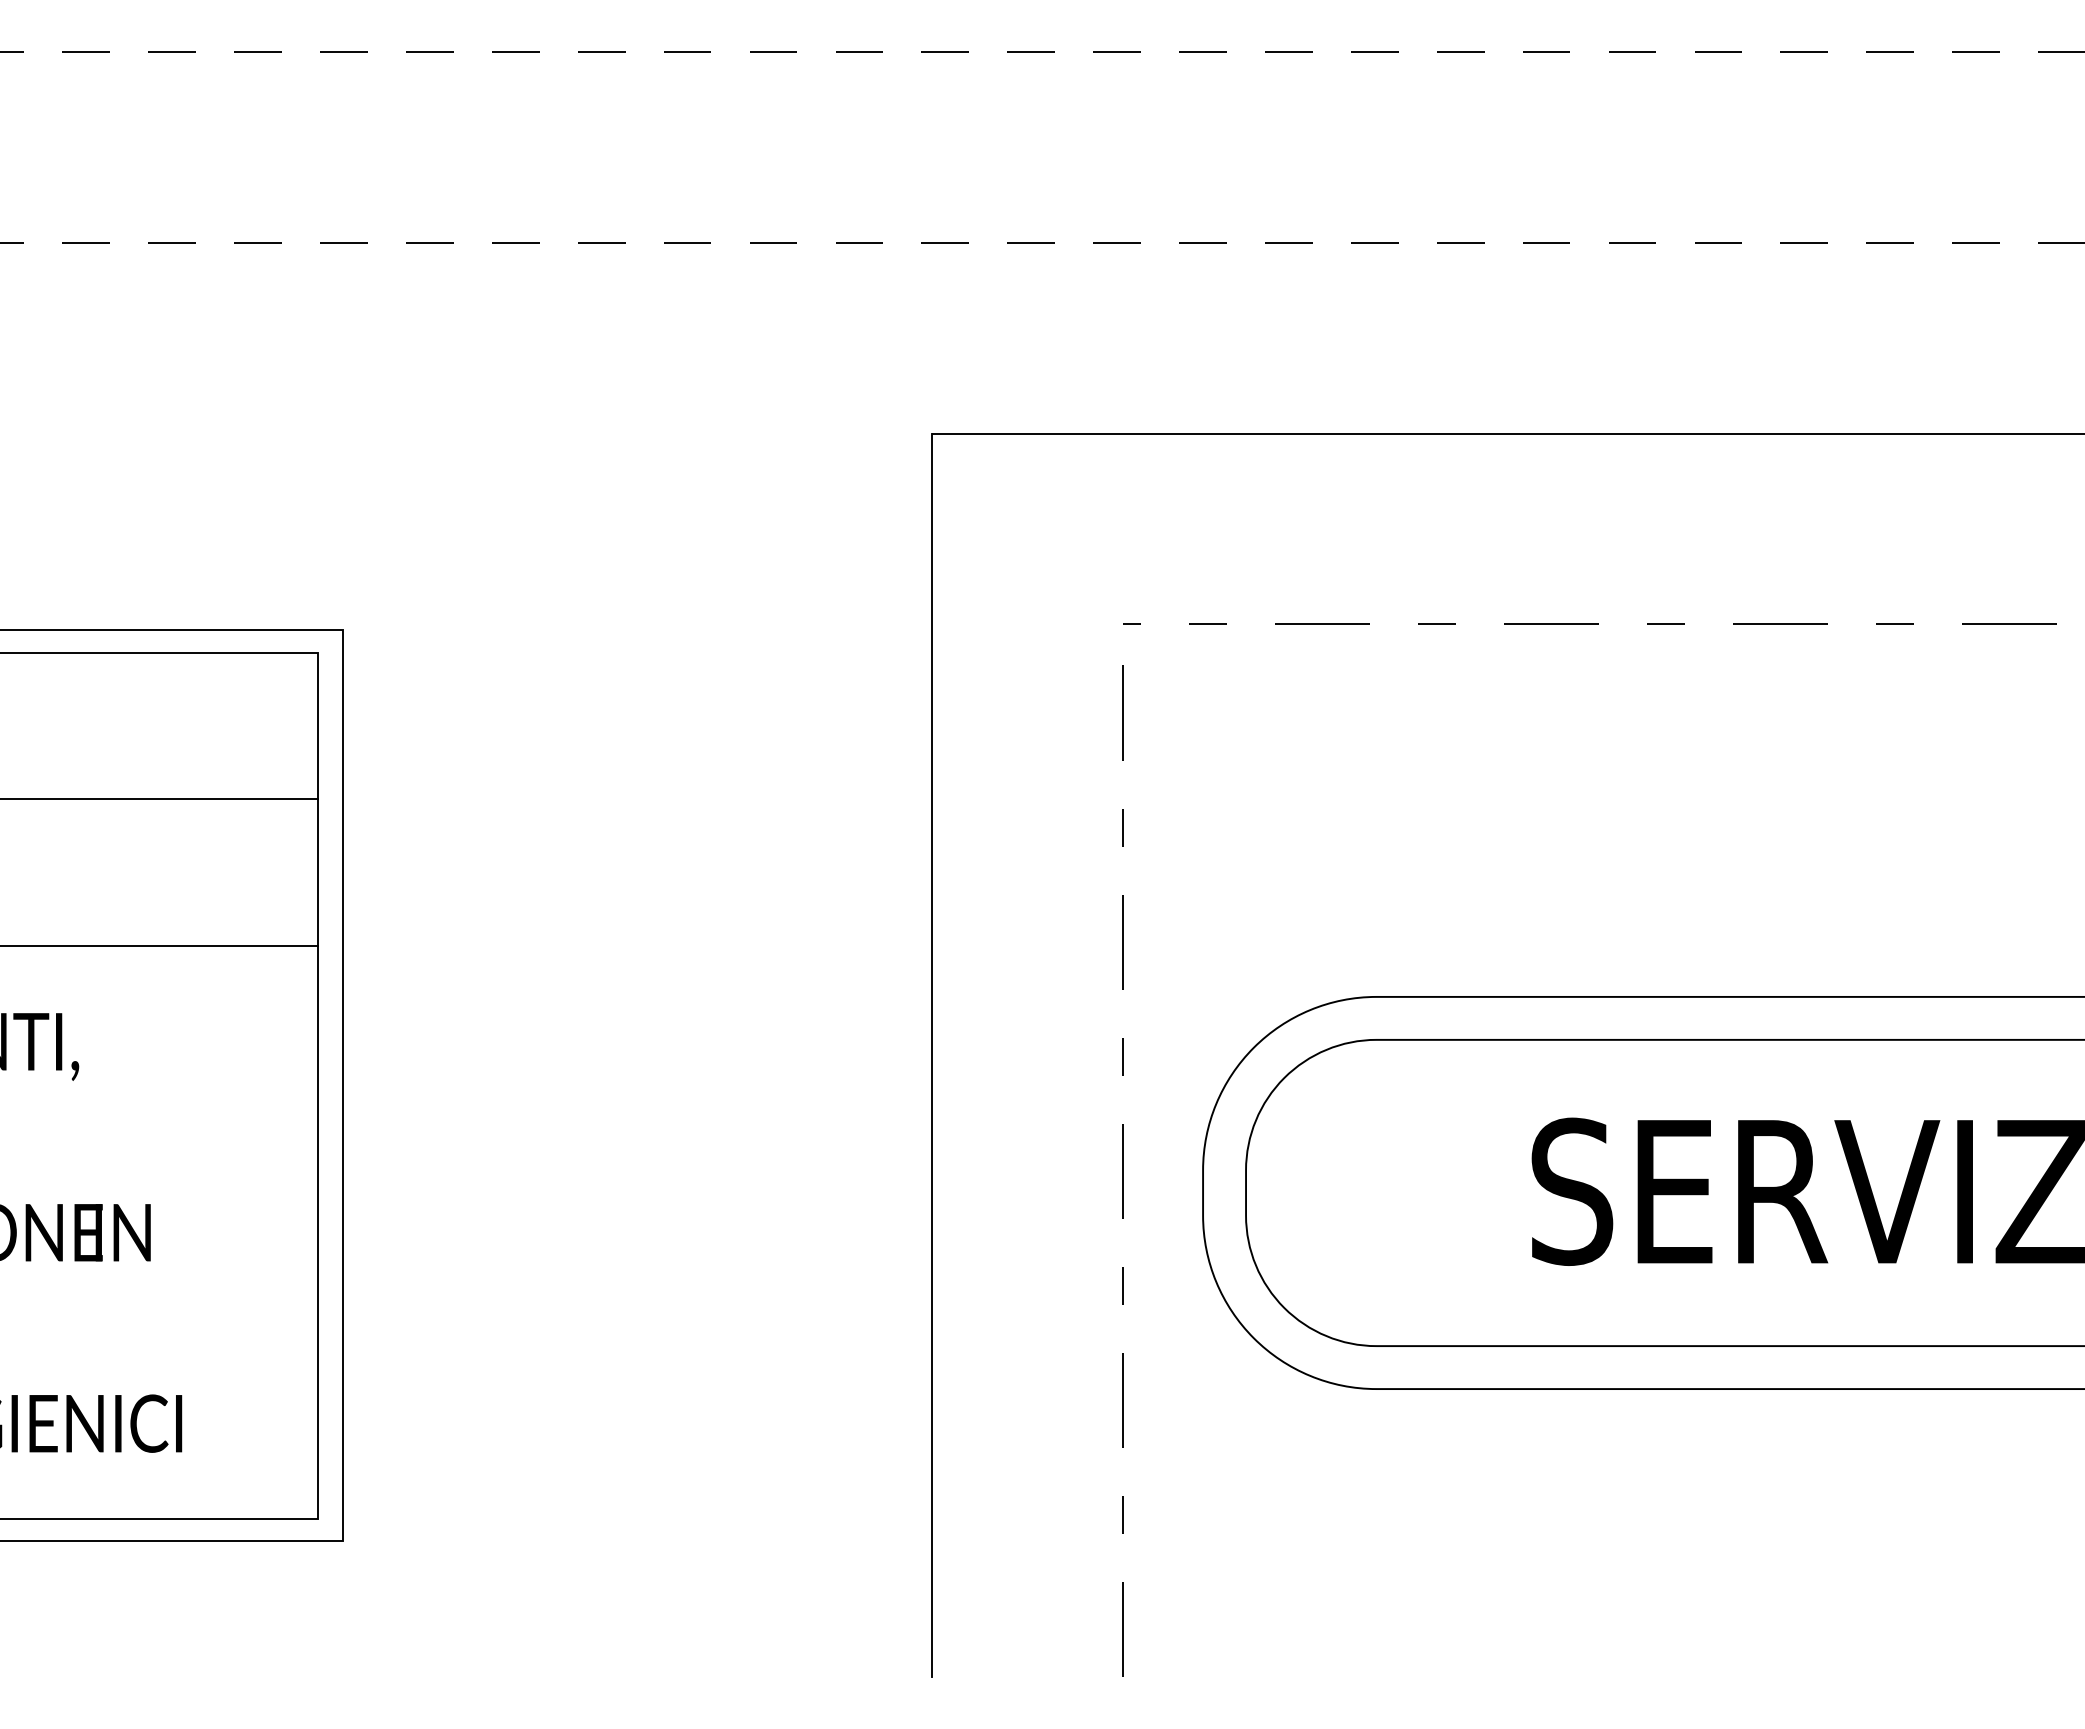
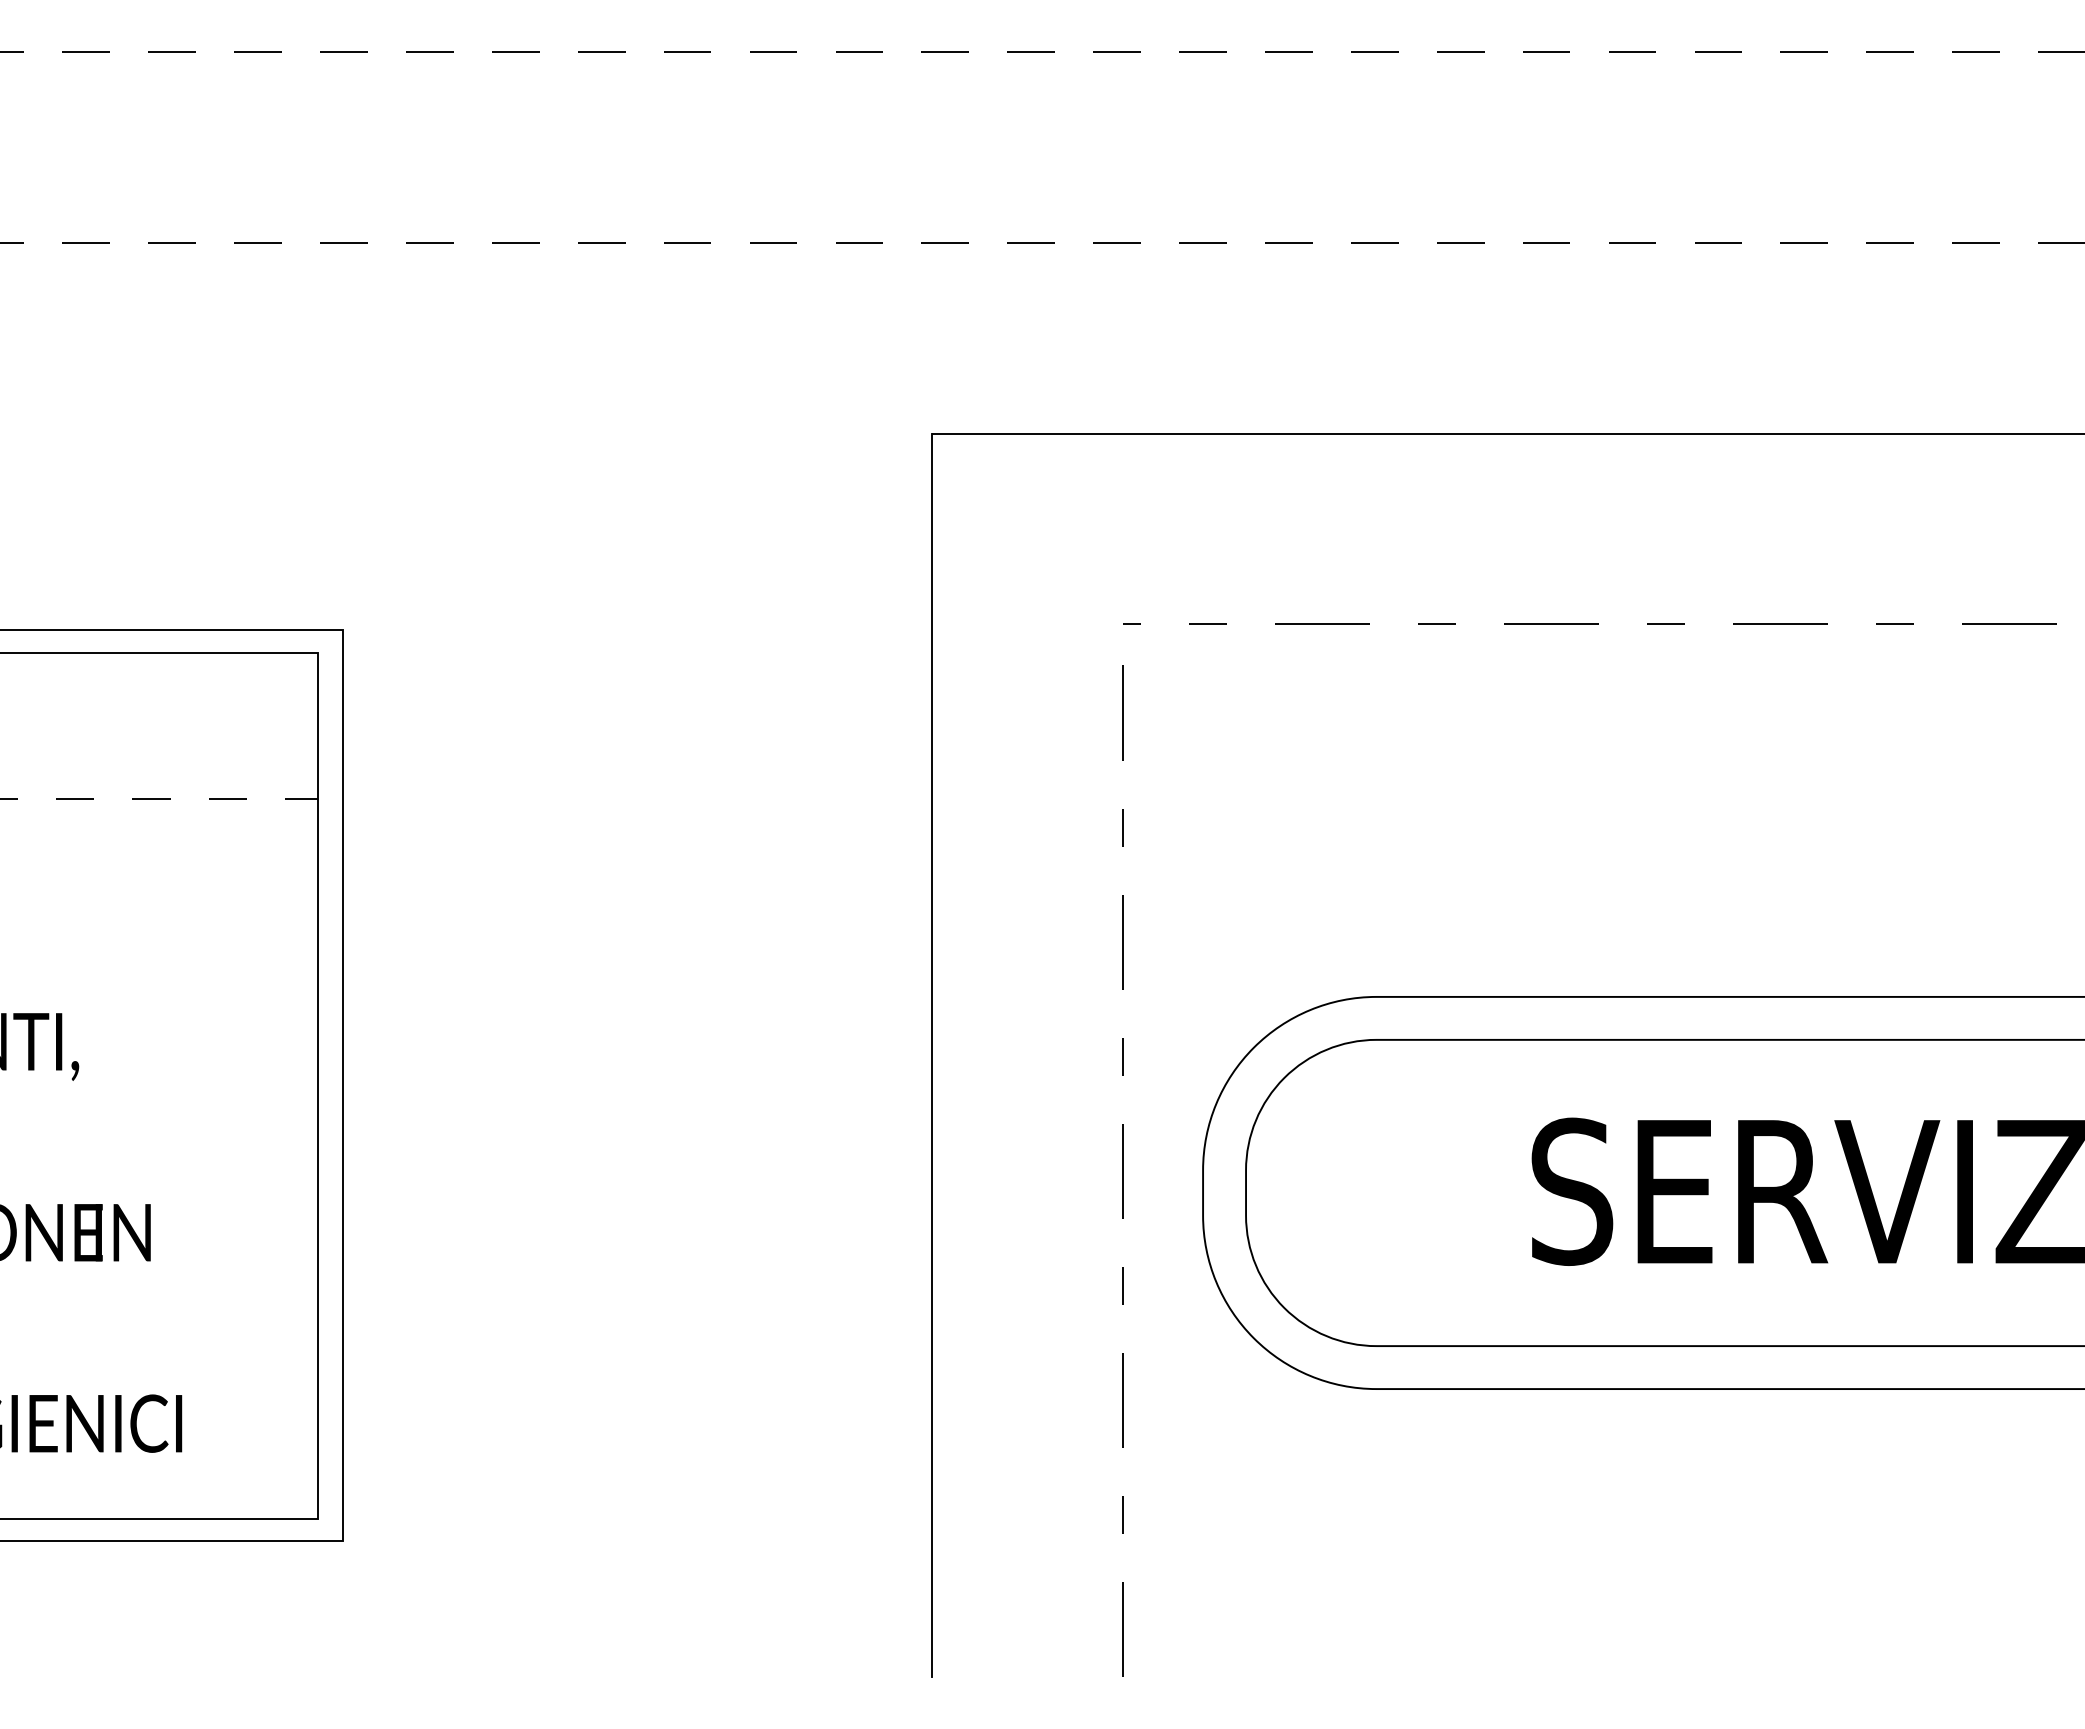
line at (159, 799): solid -> dashed
line at (160, 945): present -> none
